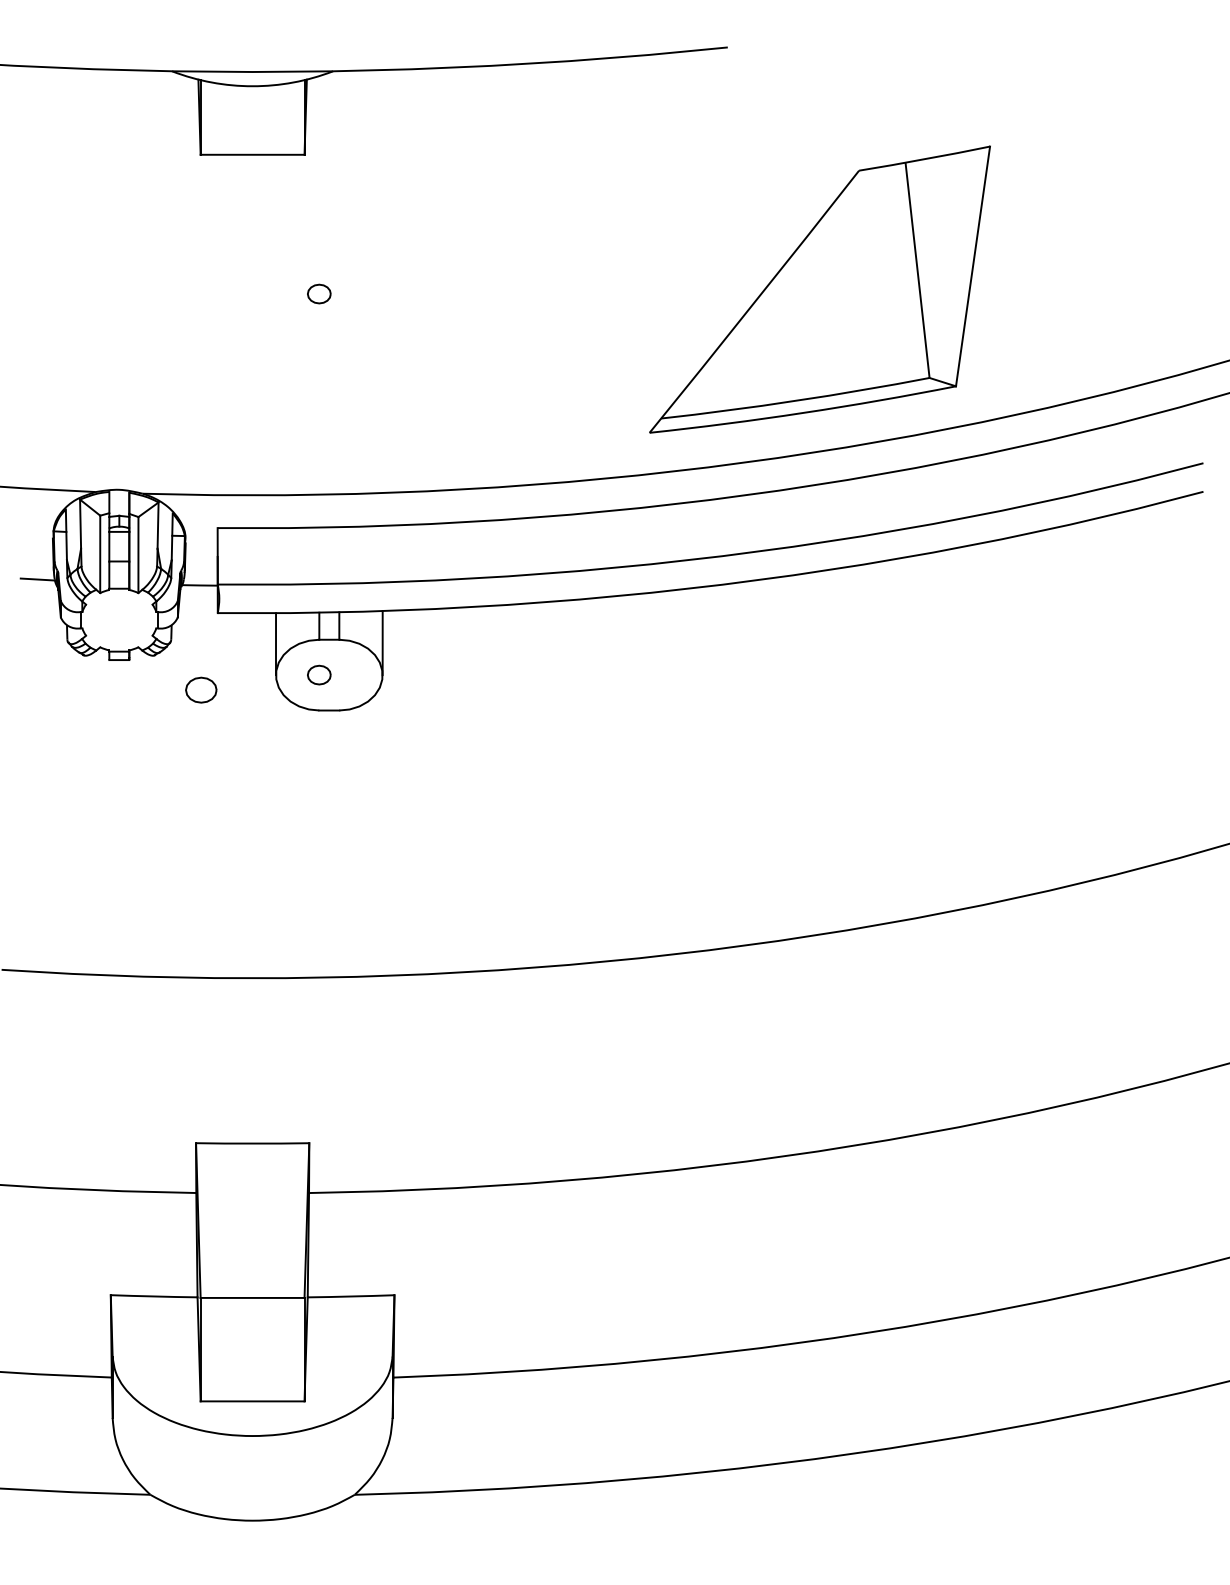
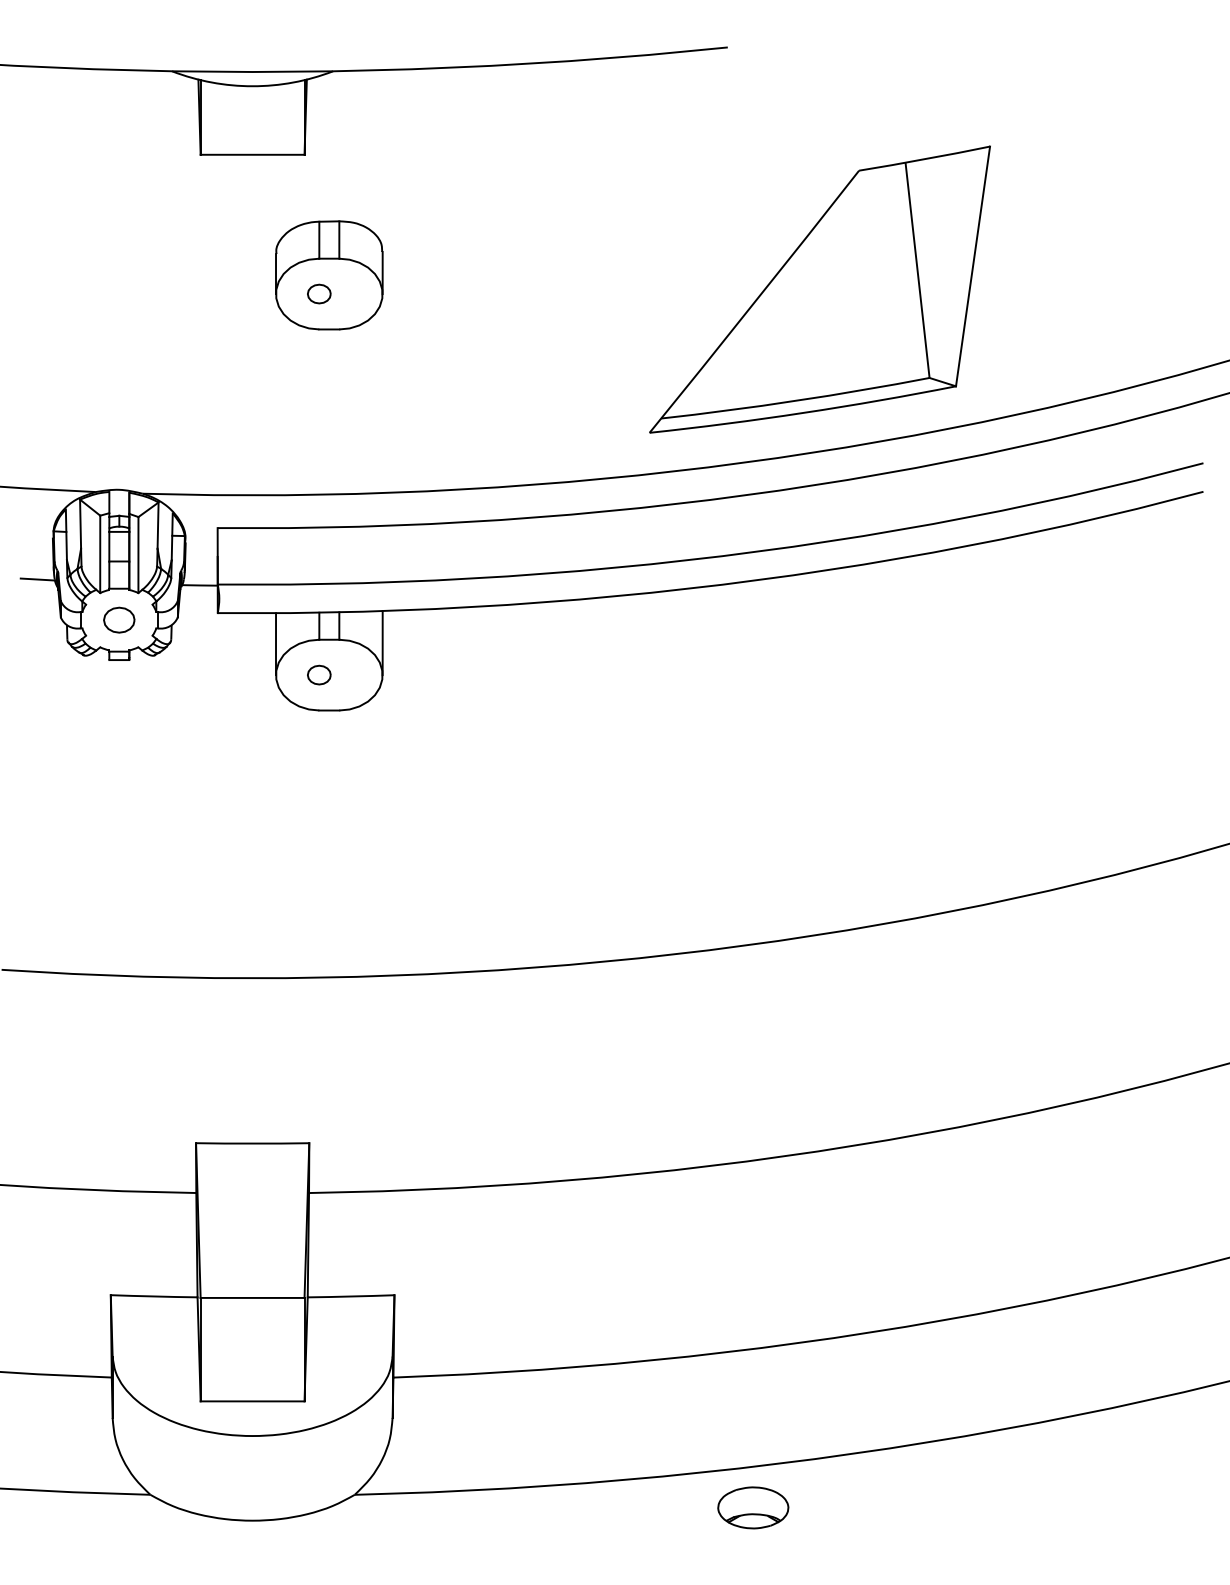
part at (329, 275): none -> present
part at (201, 689) position: (201, 689) -> (119, 619)
part at (753, 1507): none -> present
